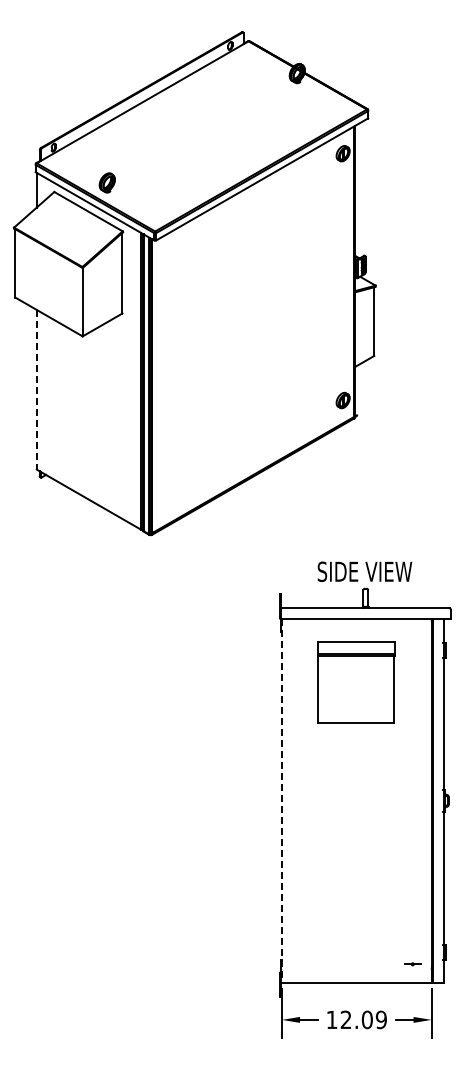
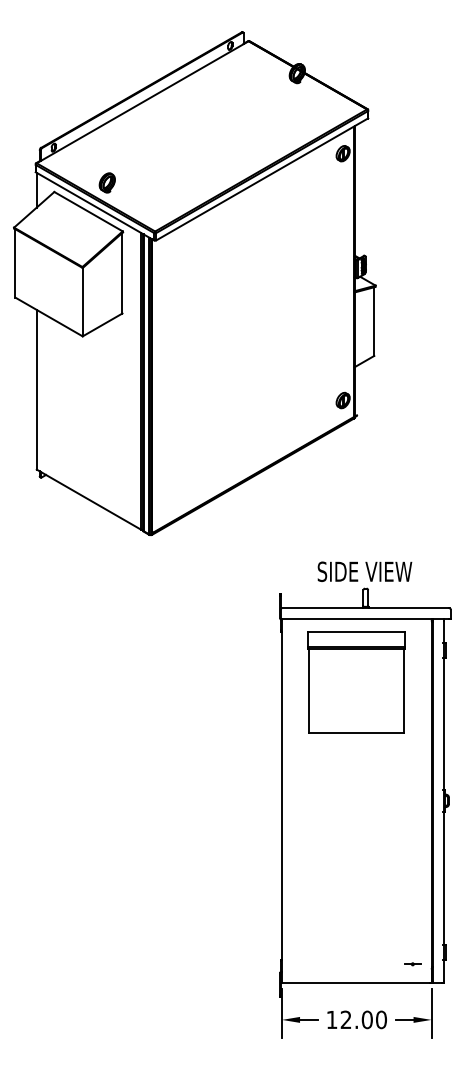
line at (36, 389): dashed -> solid
part at (356, 682) size: 79x83 px -> 99x103 px
line at (282, 801): dashed -> solid
text at (380, 1020): 12.09 -> 12.00
